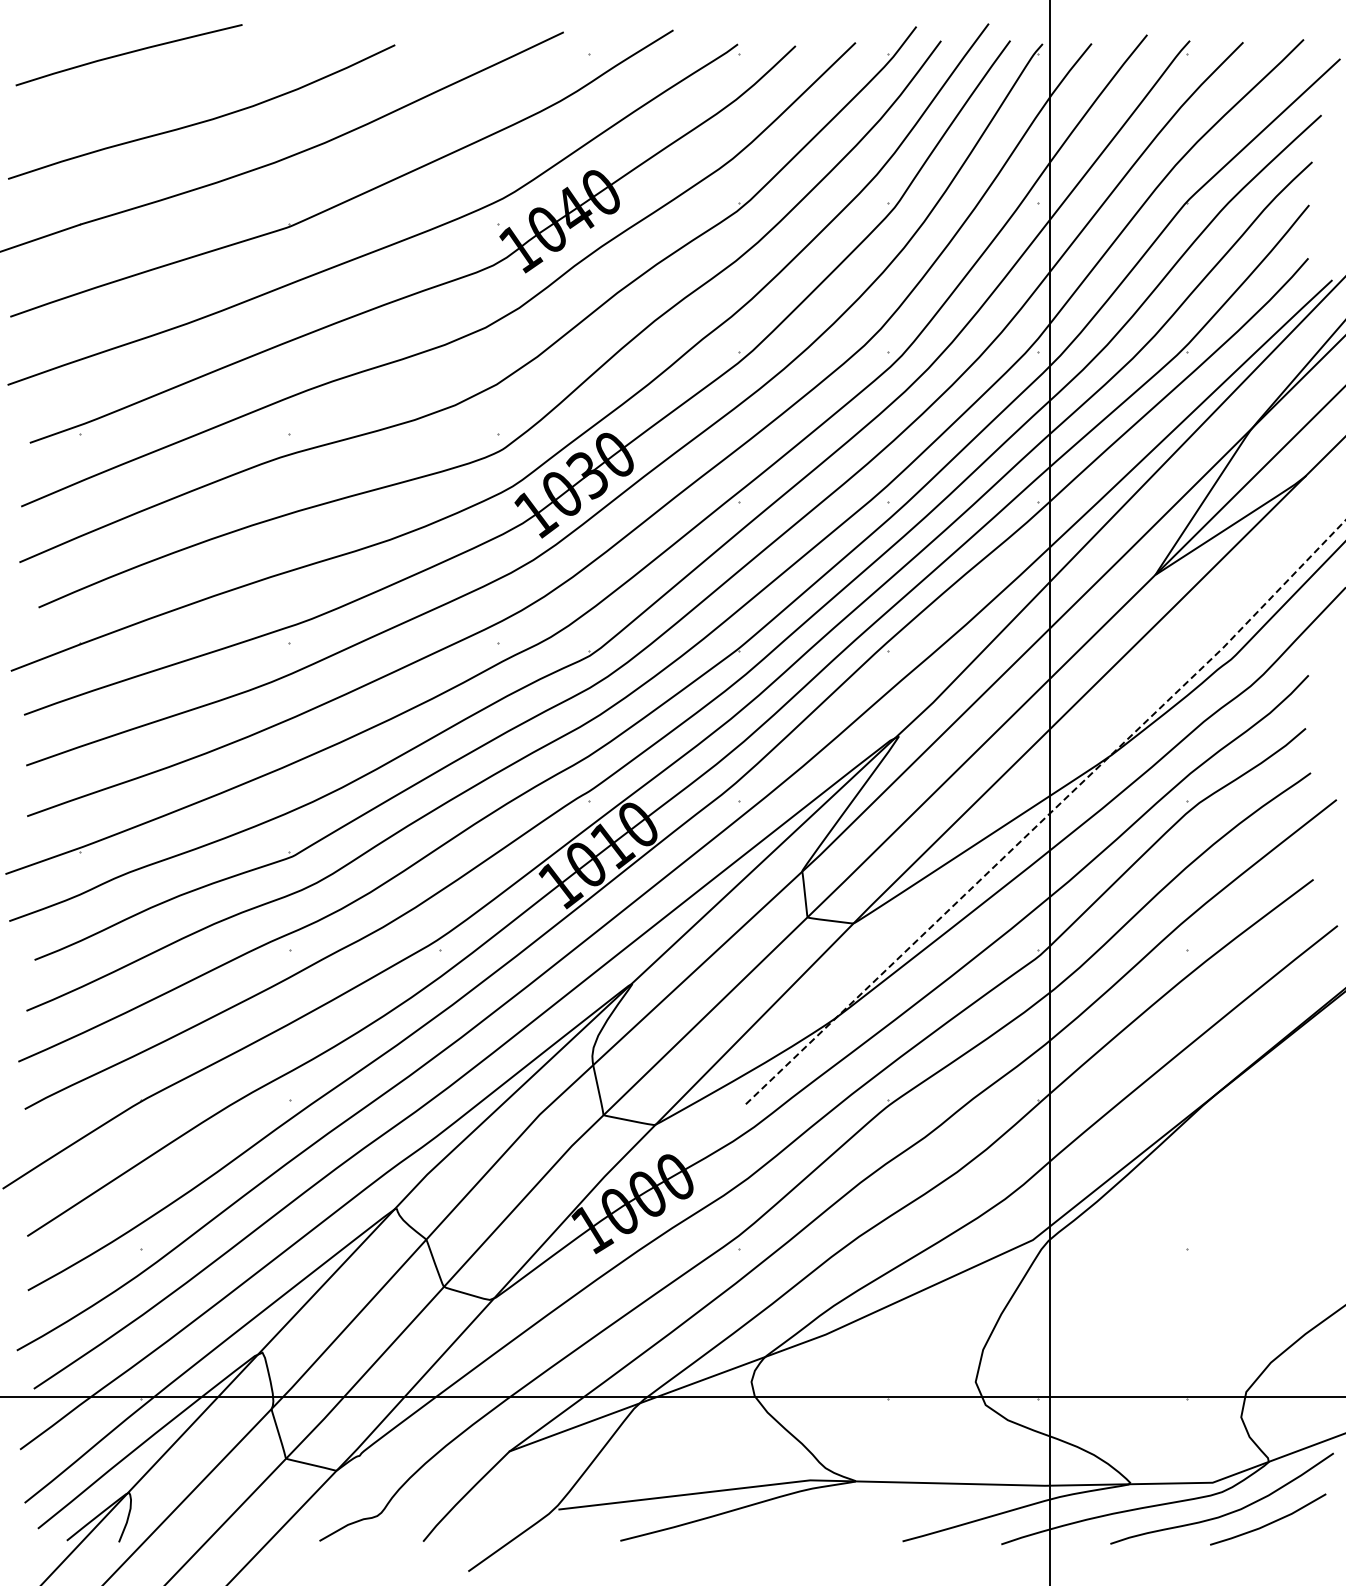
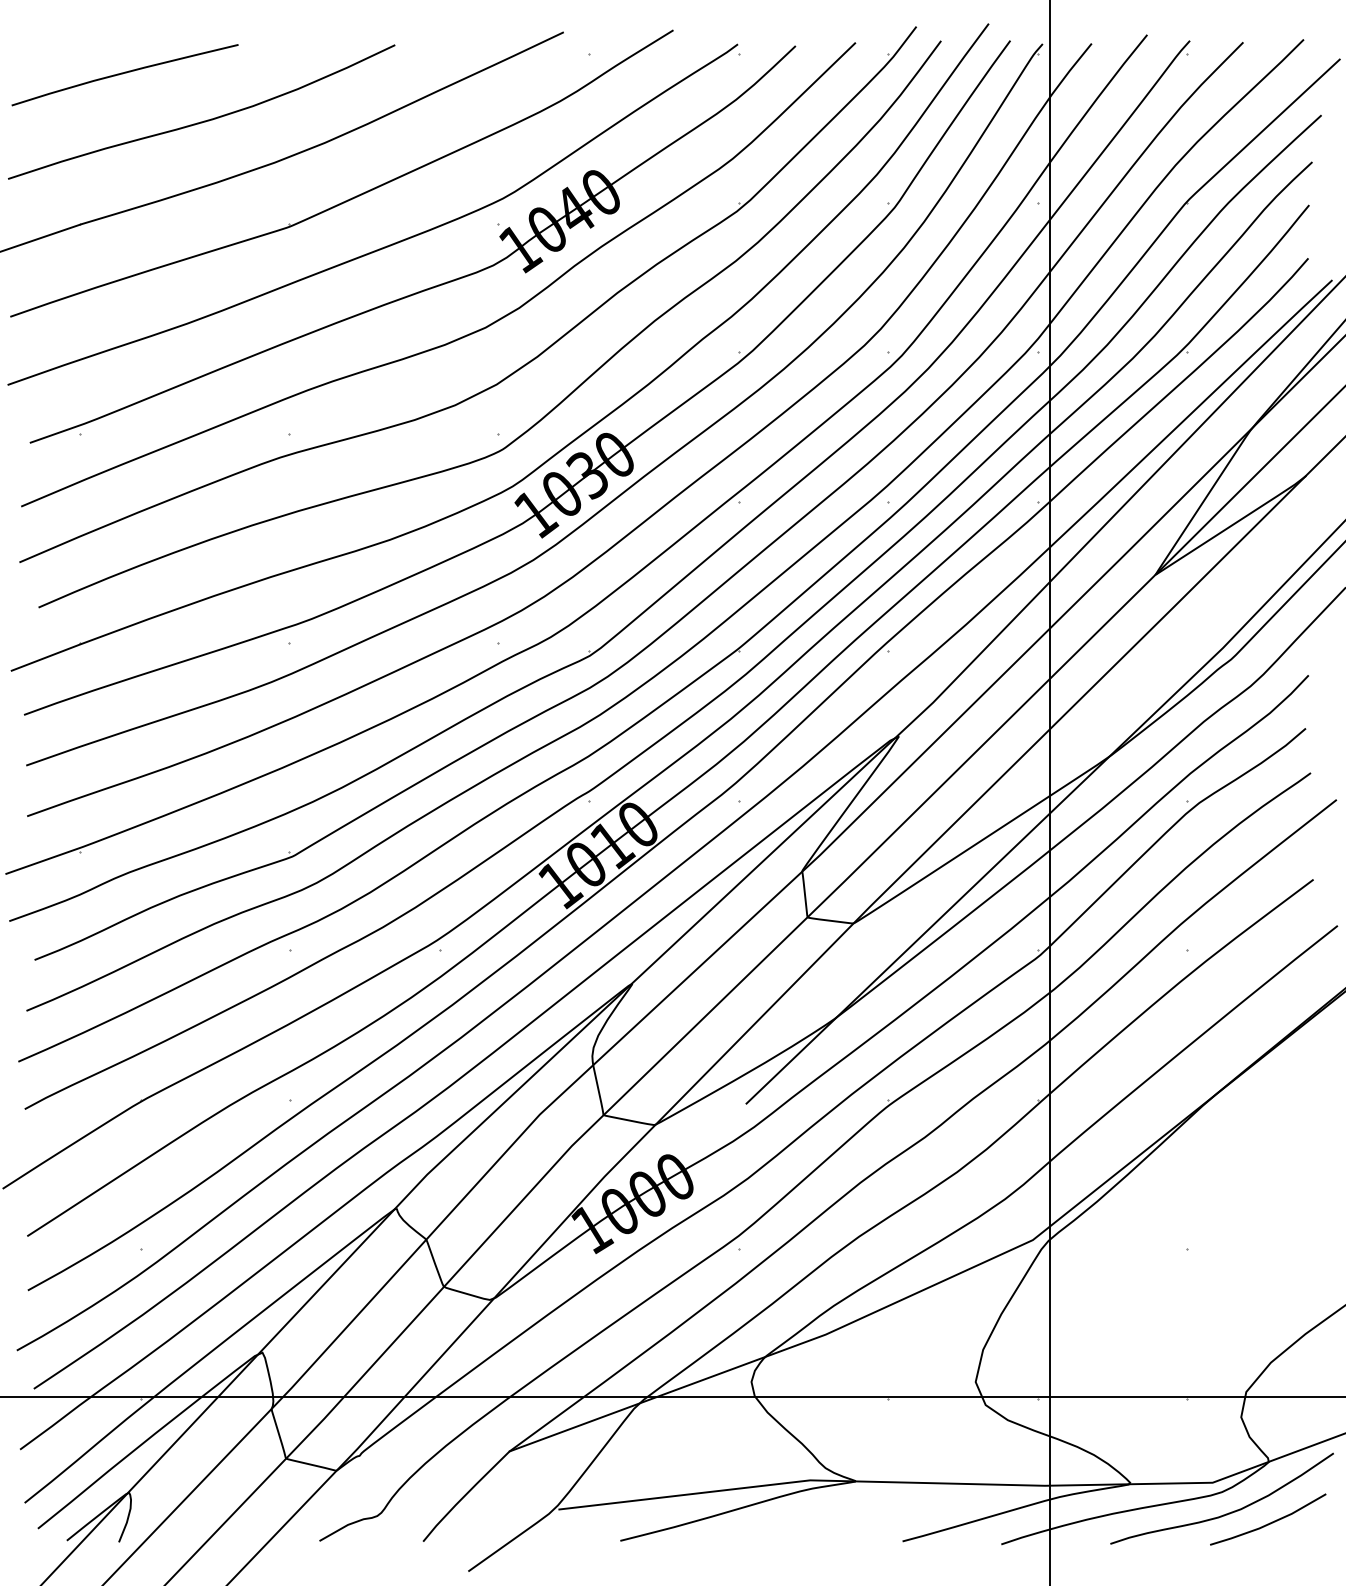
curve at (127, 54) position: (127, 54) -> (123, 74)
line at (1049, 814): dashed -> solid
